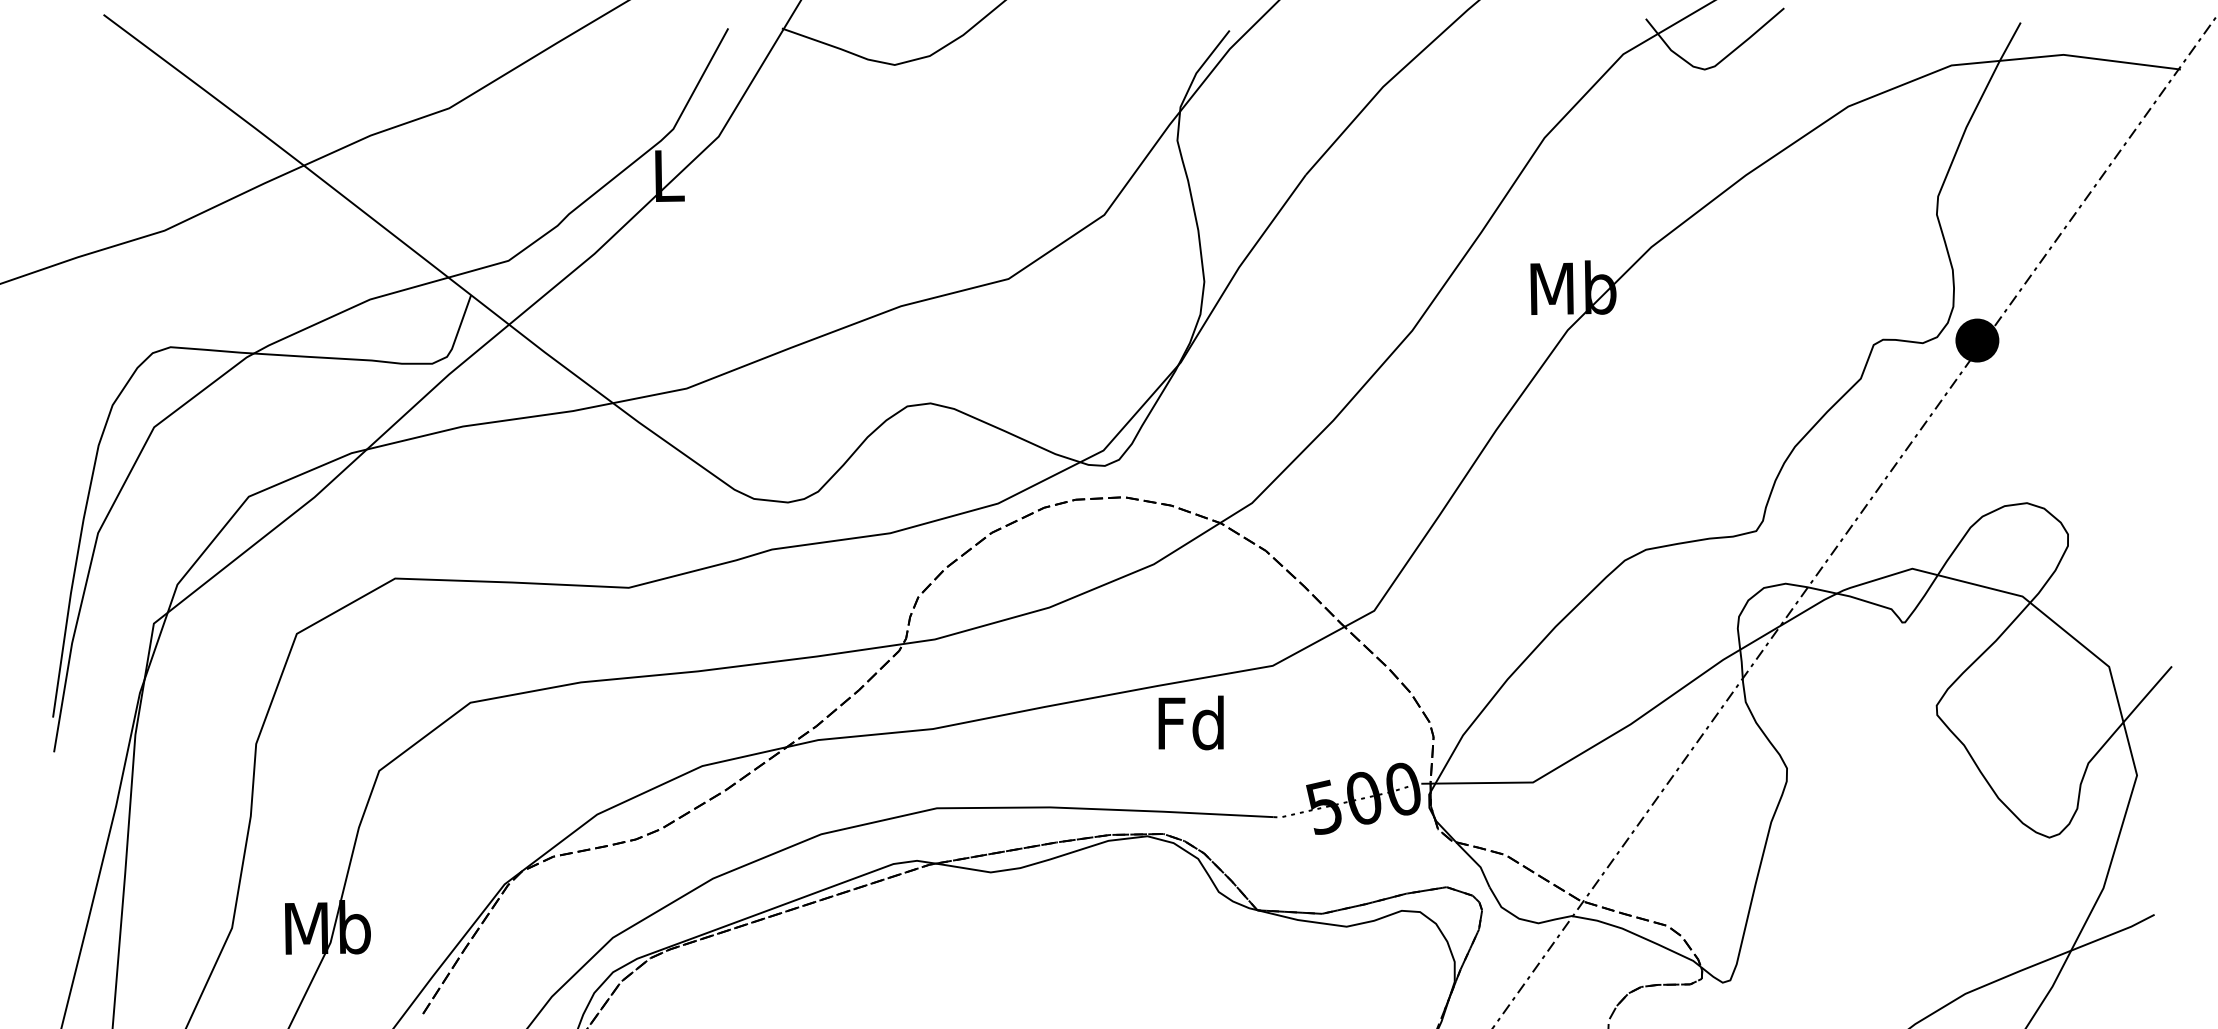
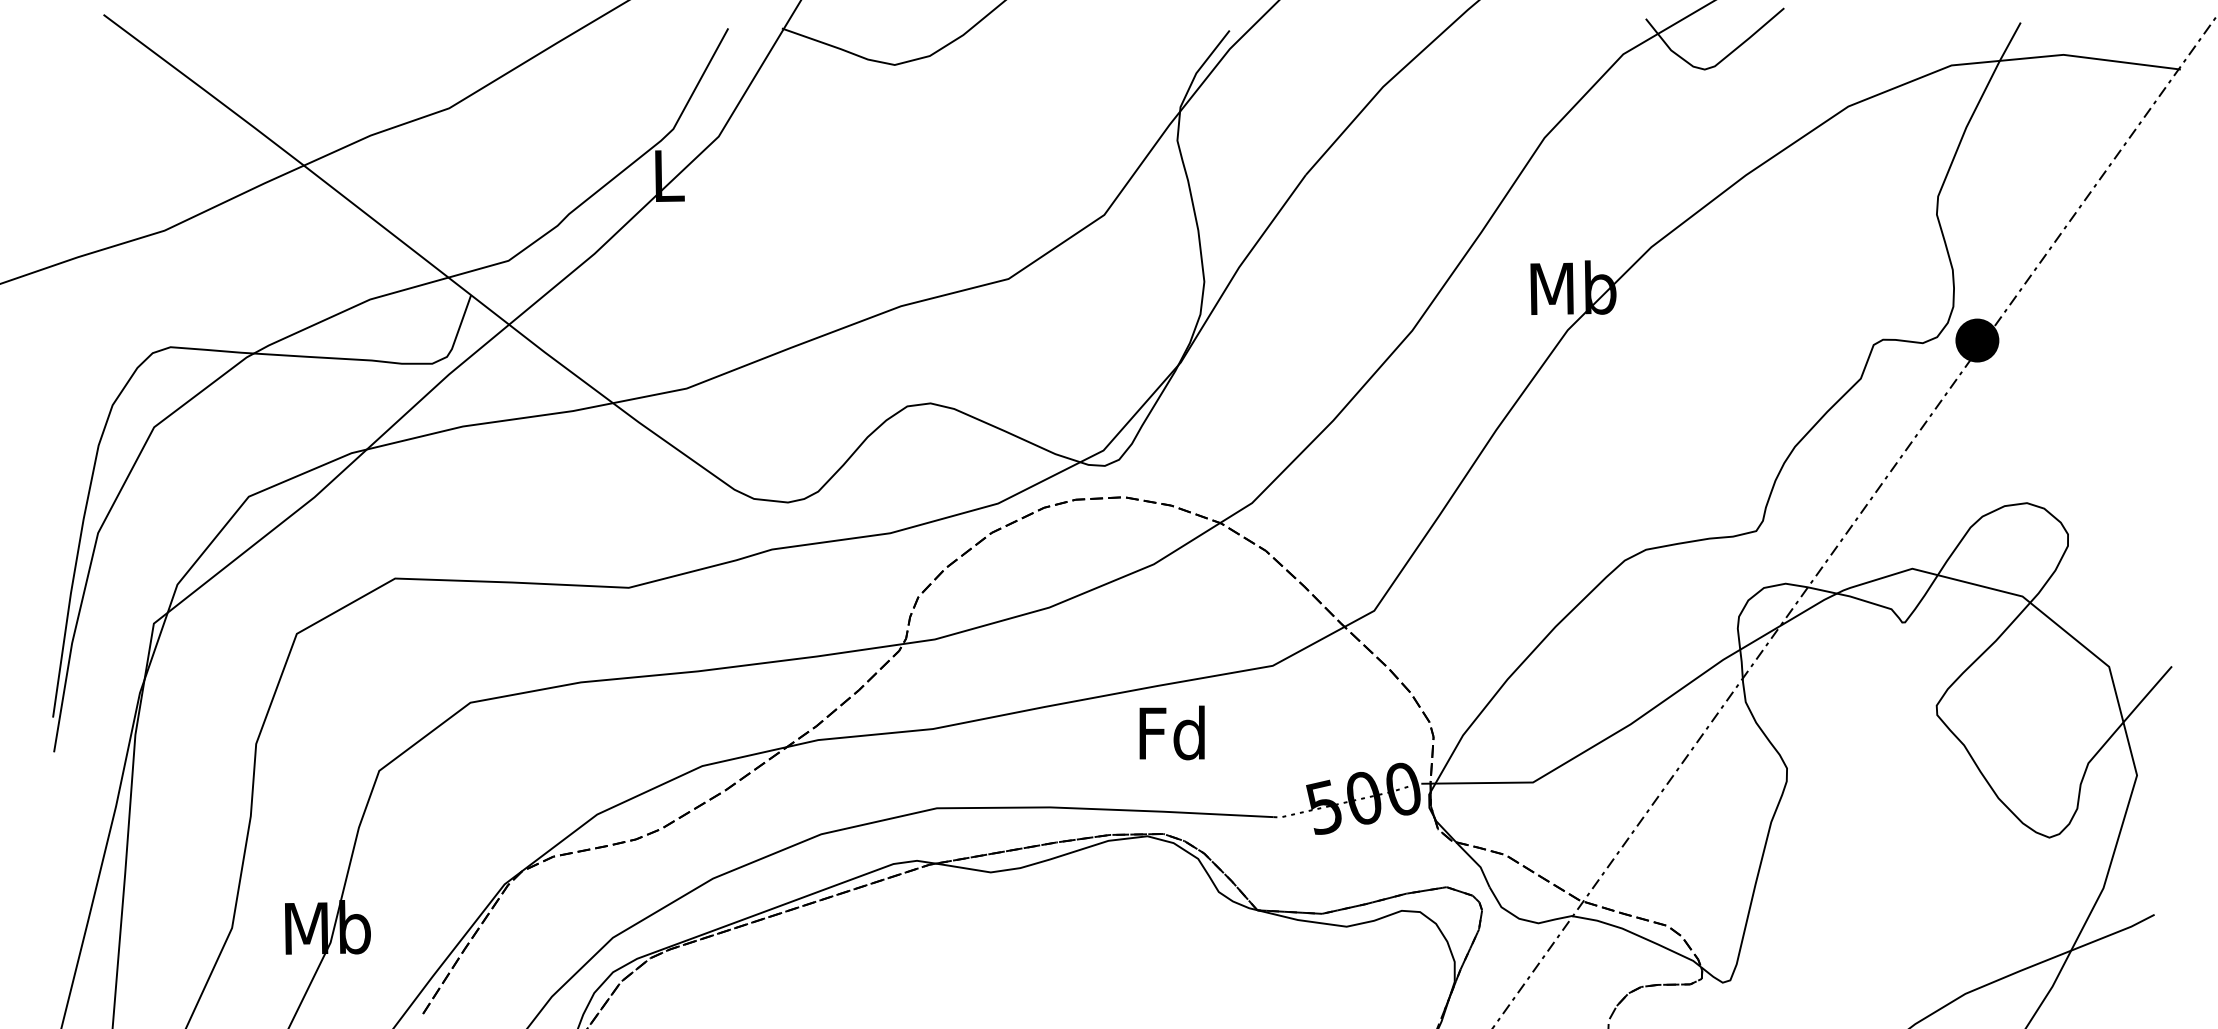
text at (1190, 722) position: (1190, 722) -> (1171, 732)
